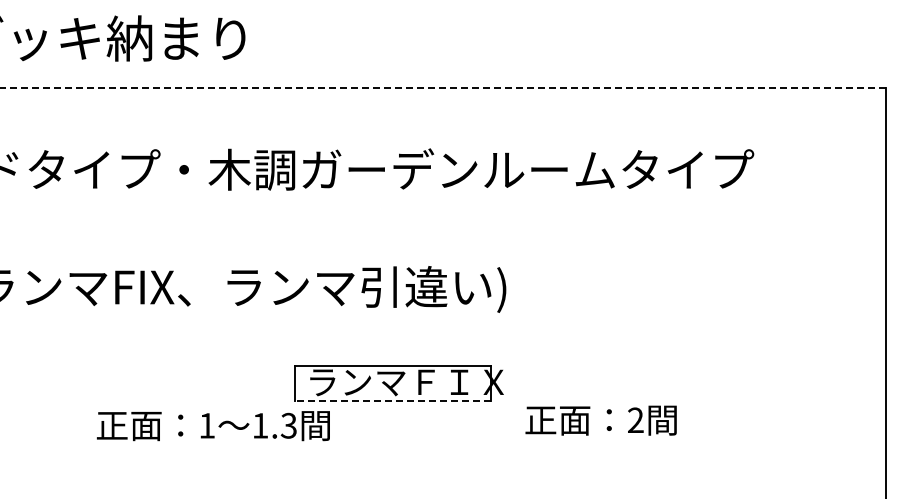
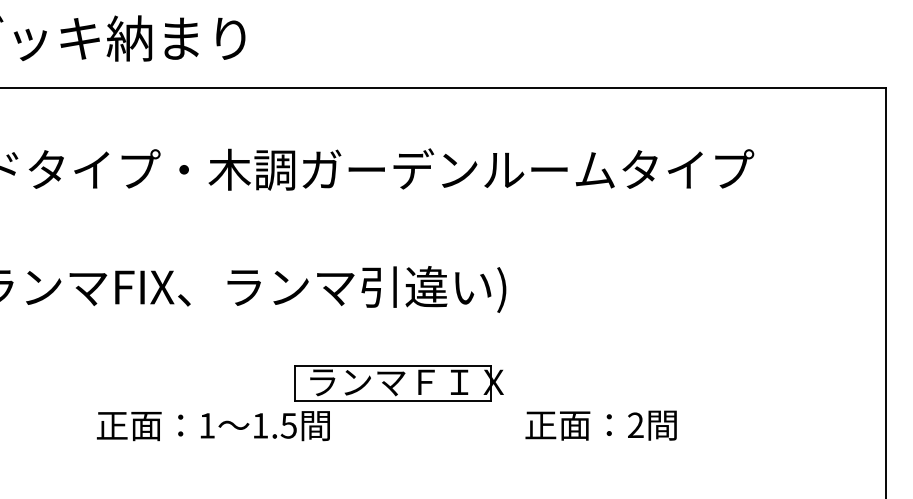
line at (443, 87): dashed -> solid
line at (392, 401): dashed -> solid
text at (600, 420) position: (600, 420) -> (600, 425)
text at (288, 425): 1.3 -> 1.5
